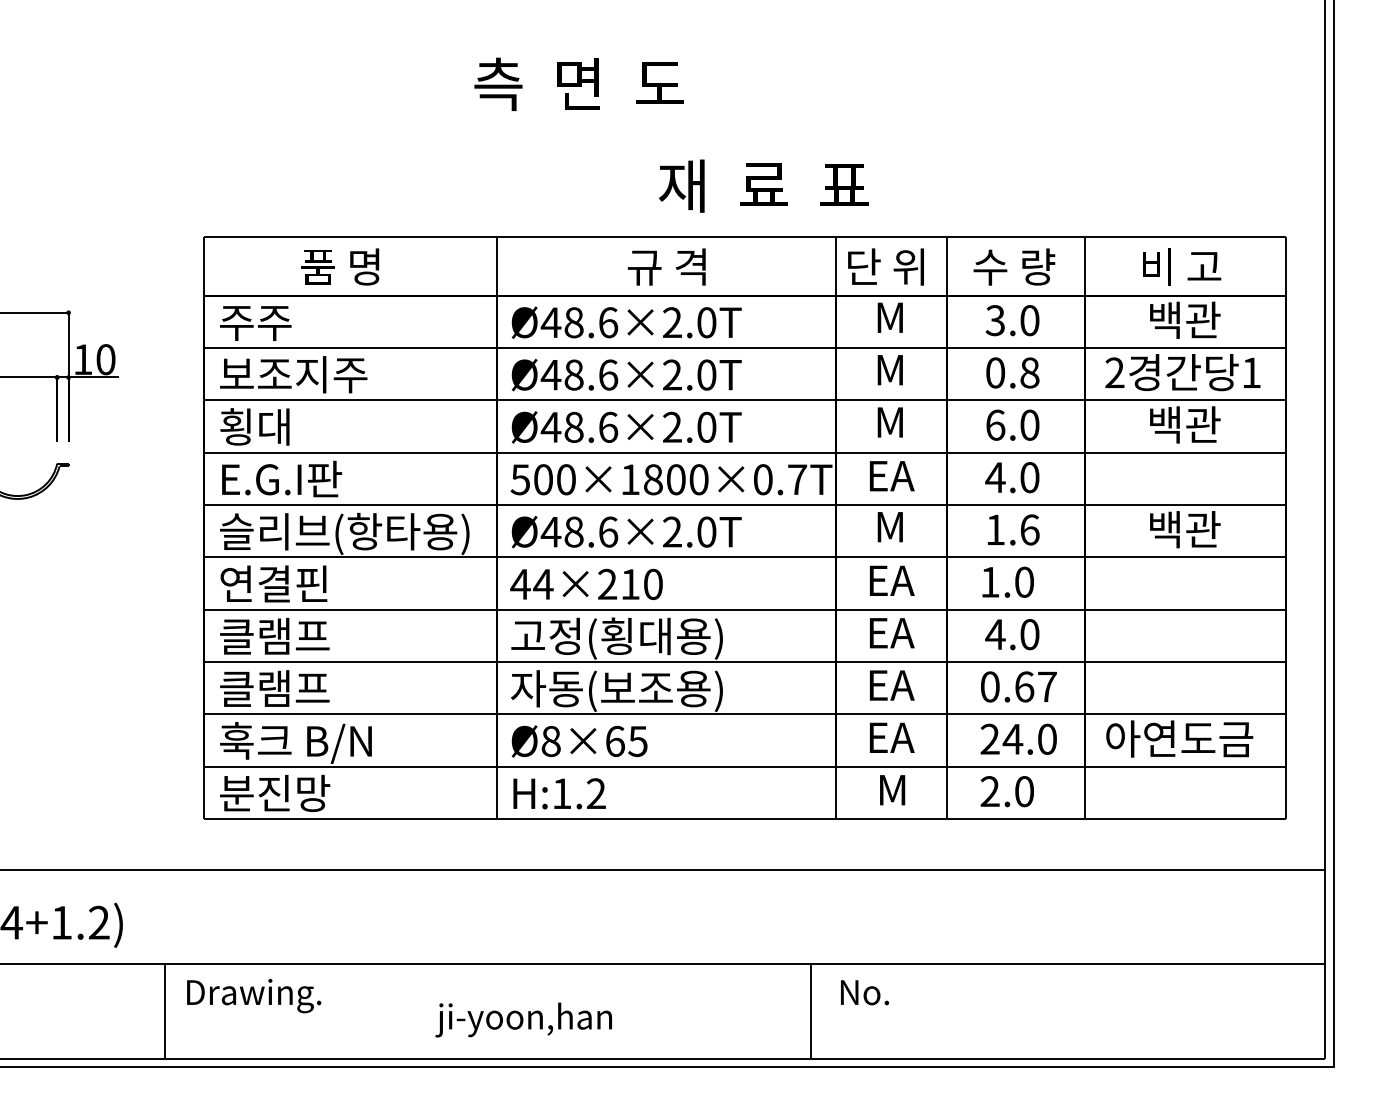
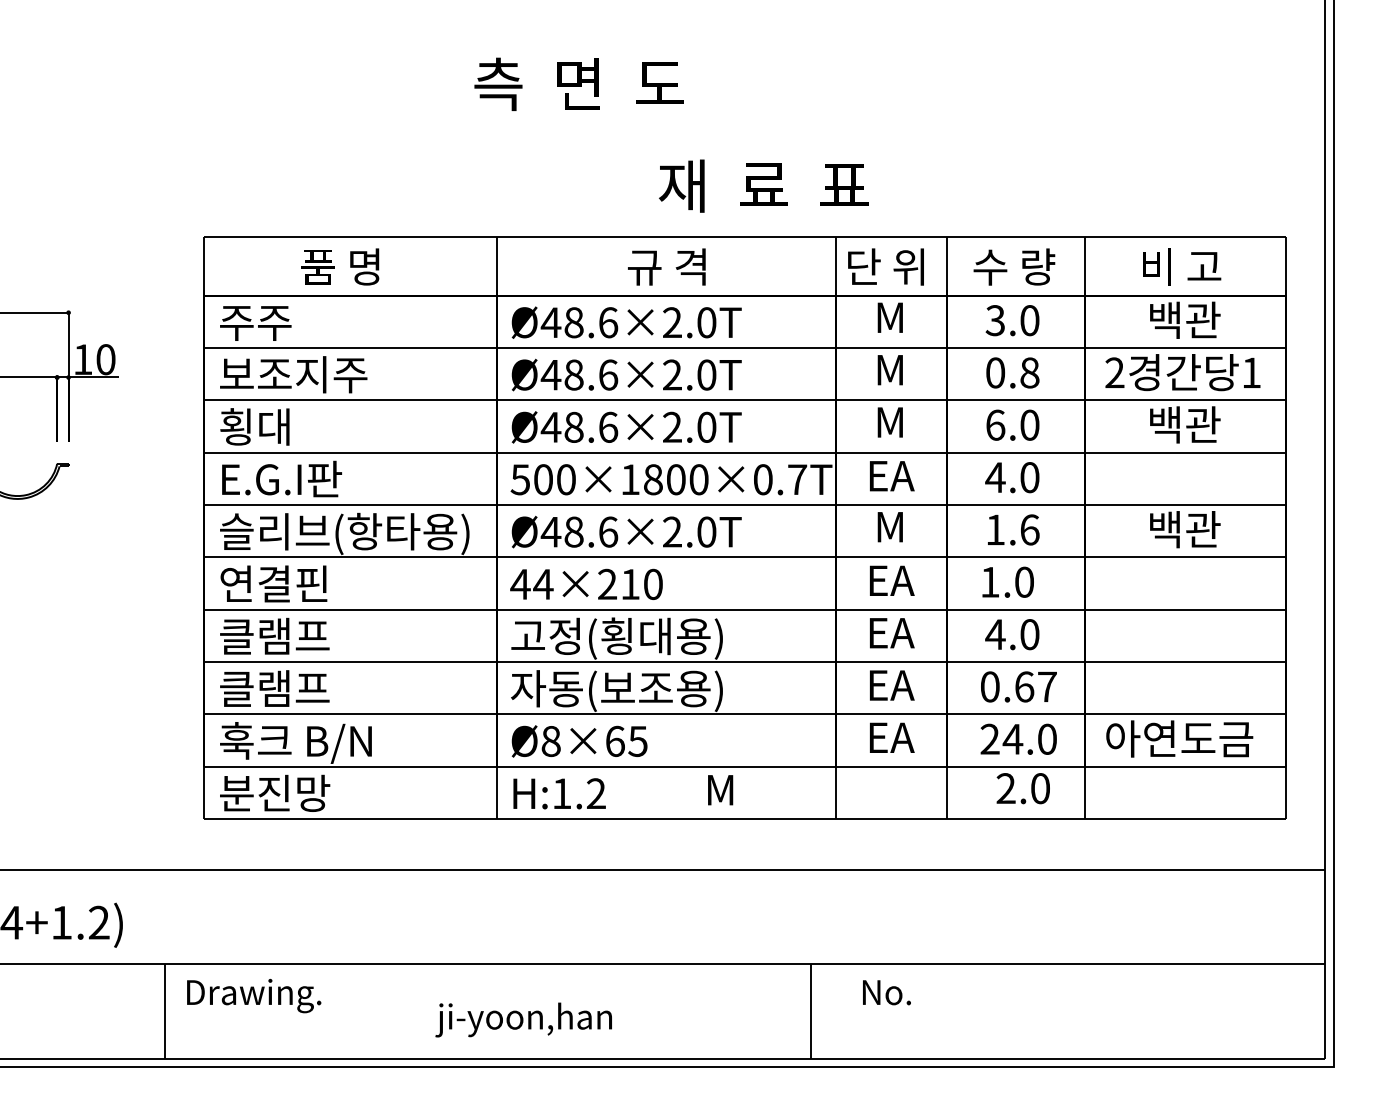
text at (892, 790) position: (892, 790) -> (720, 790)
text at (1006, 791) position: (1006, 791) -> (1022, 788)
text at (864, 992) position: (864, 992) -> (886, 992)
